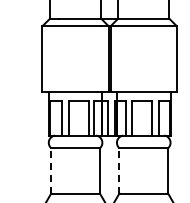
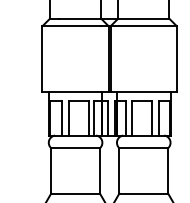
line at (51, 170): dashed -> solid
line at (119, 170): dashed -> solid
